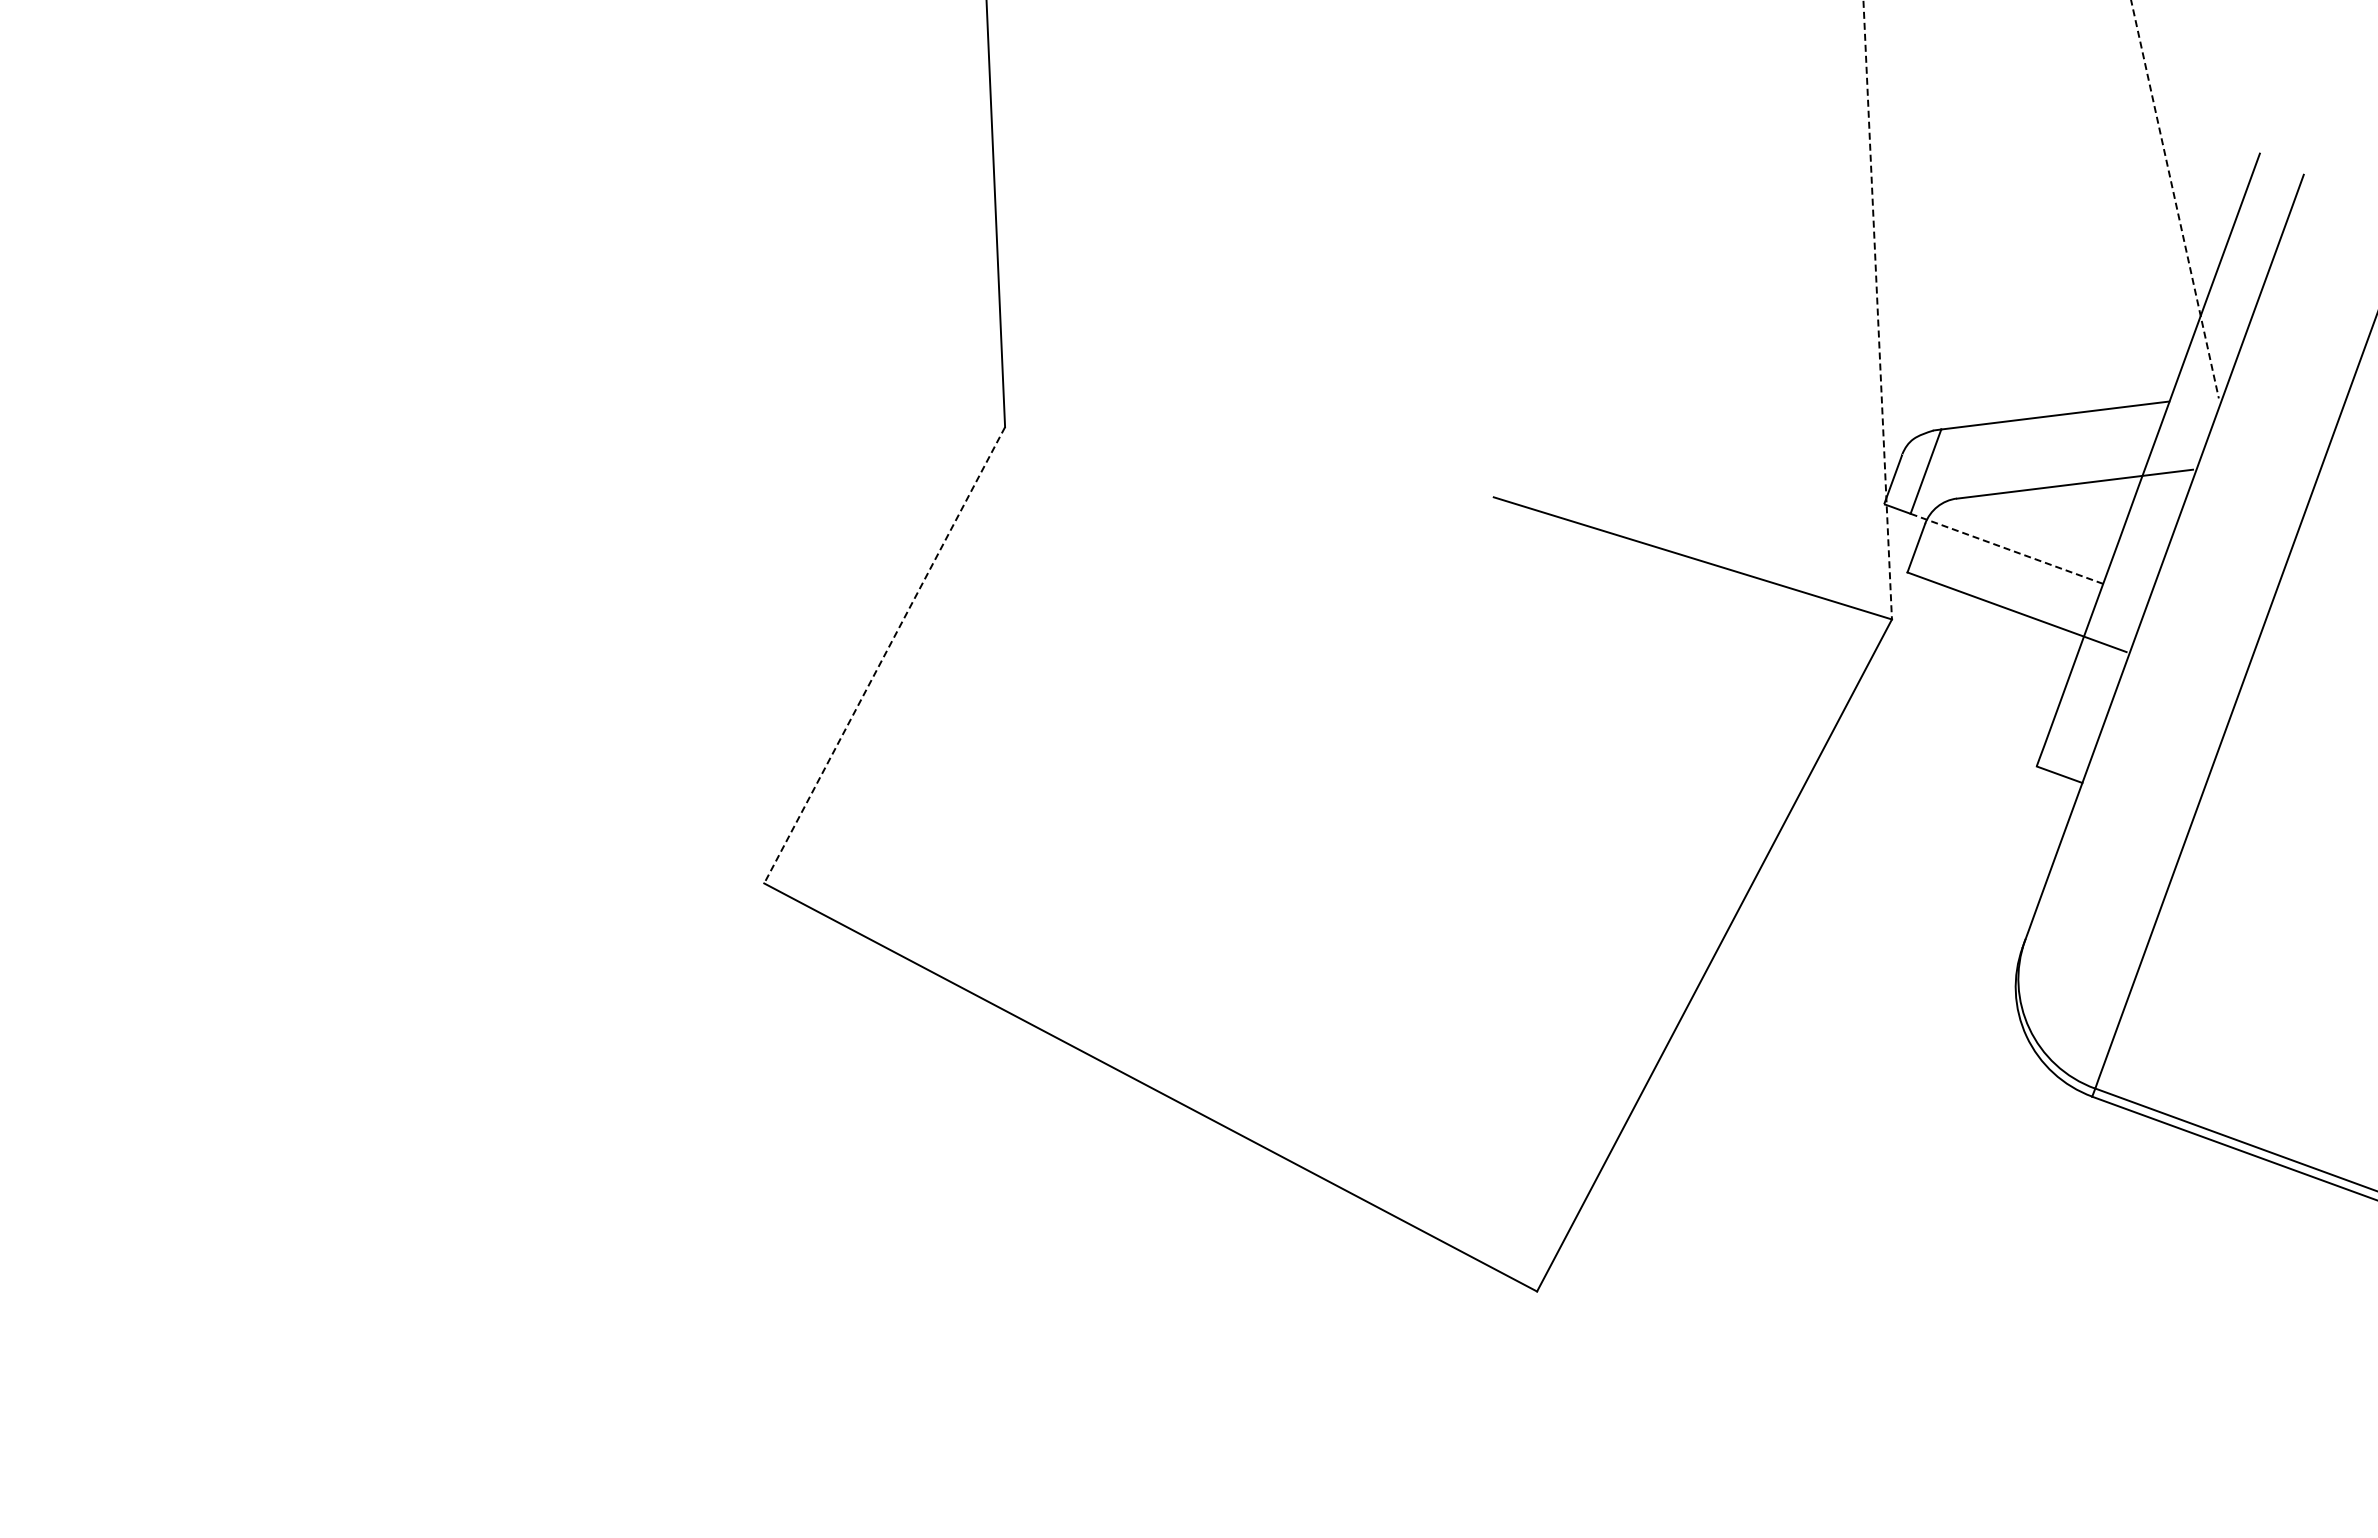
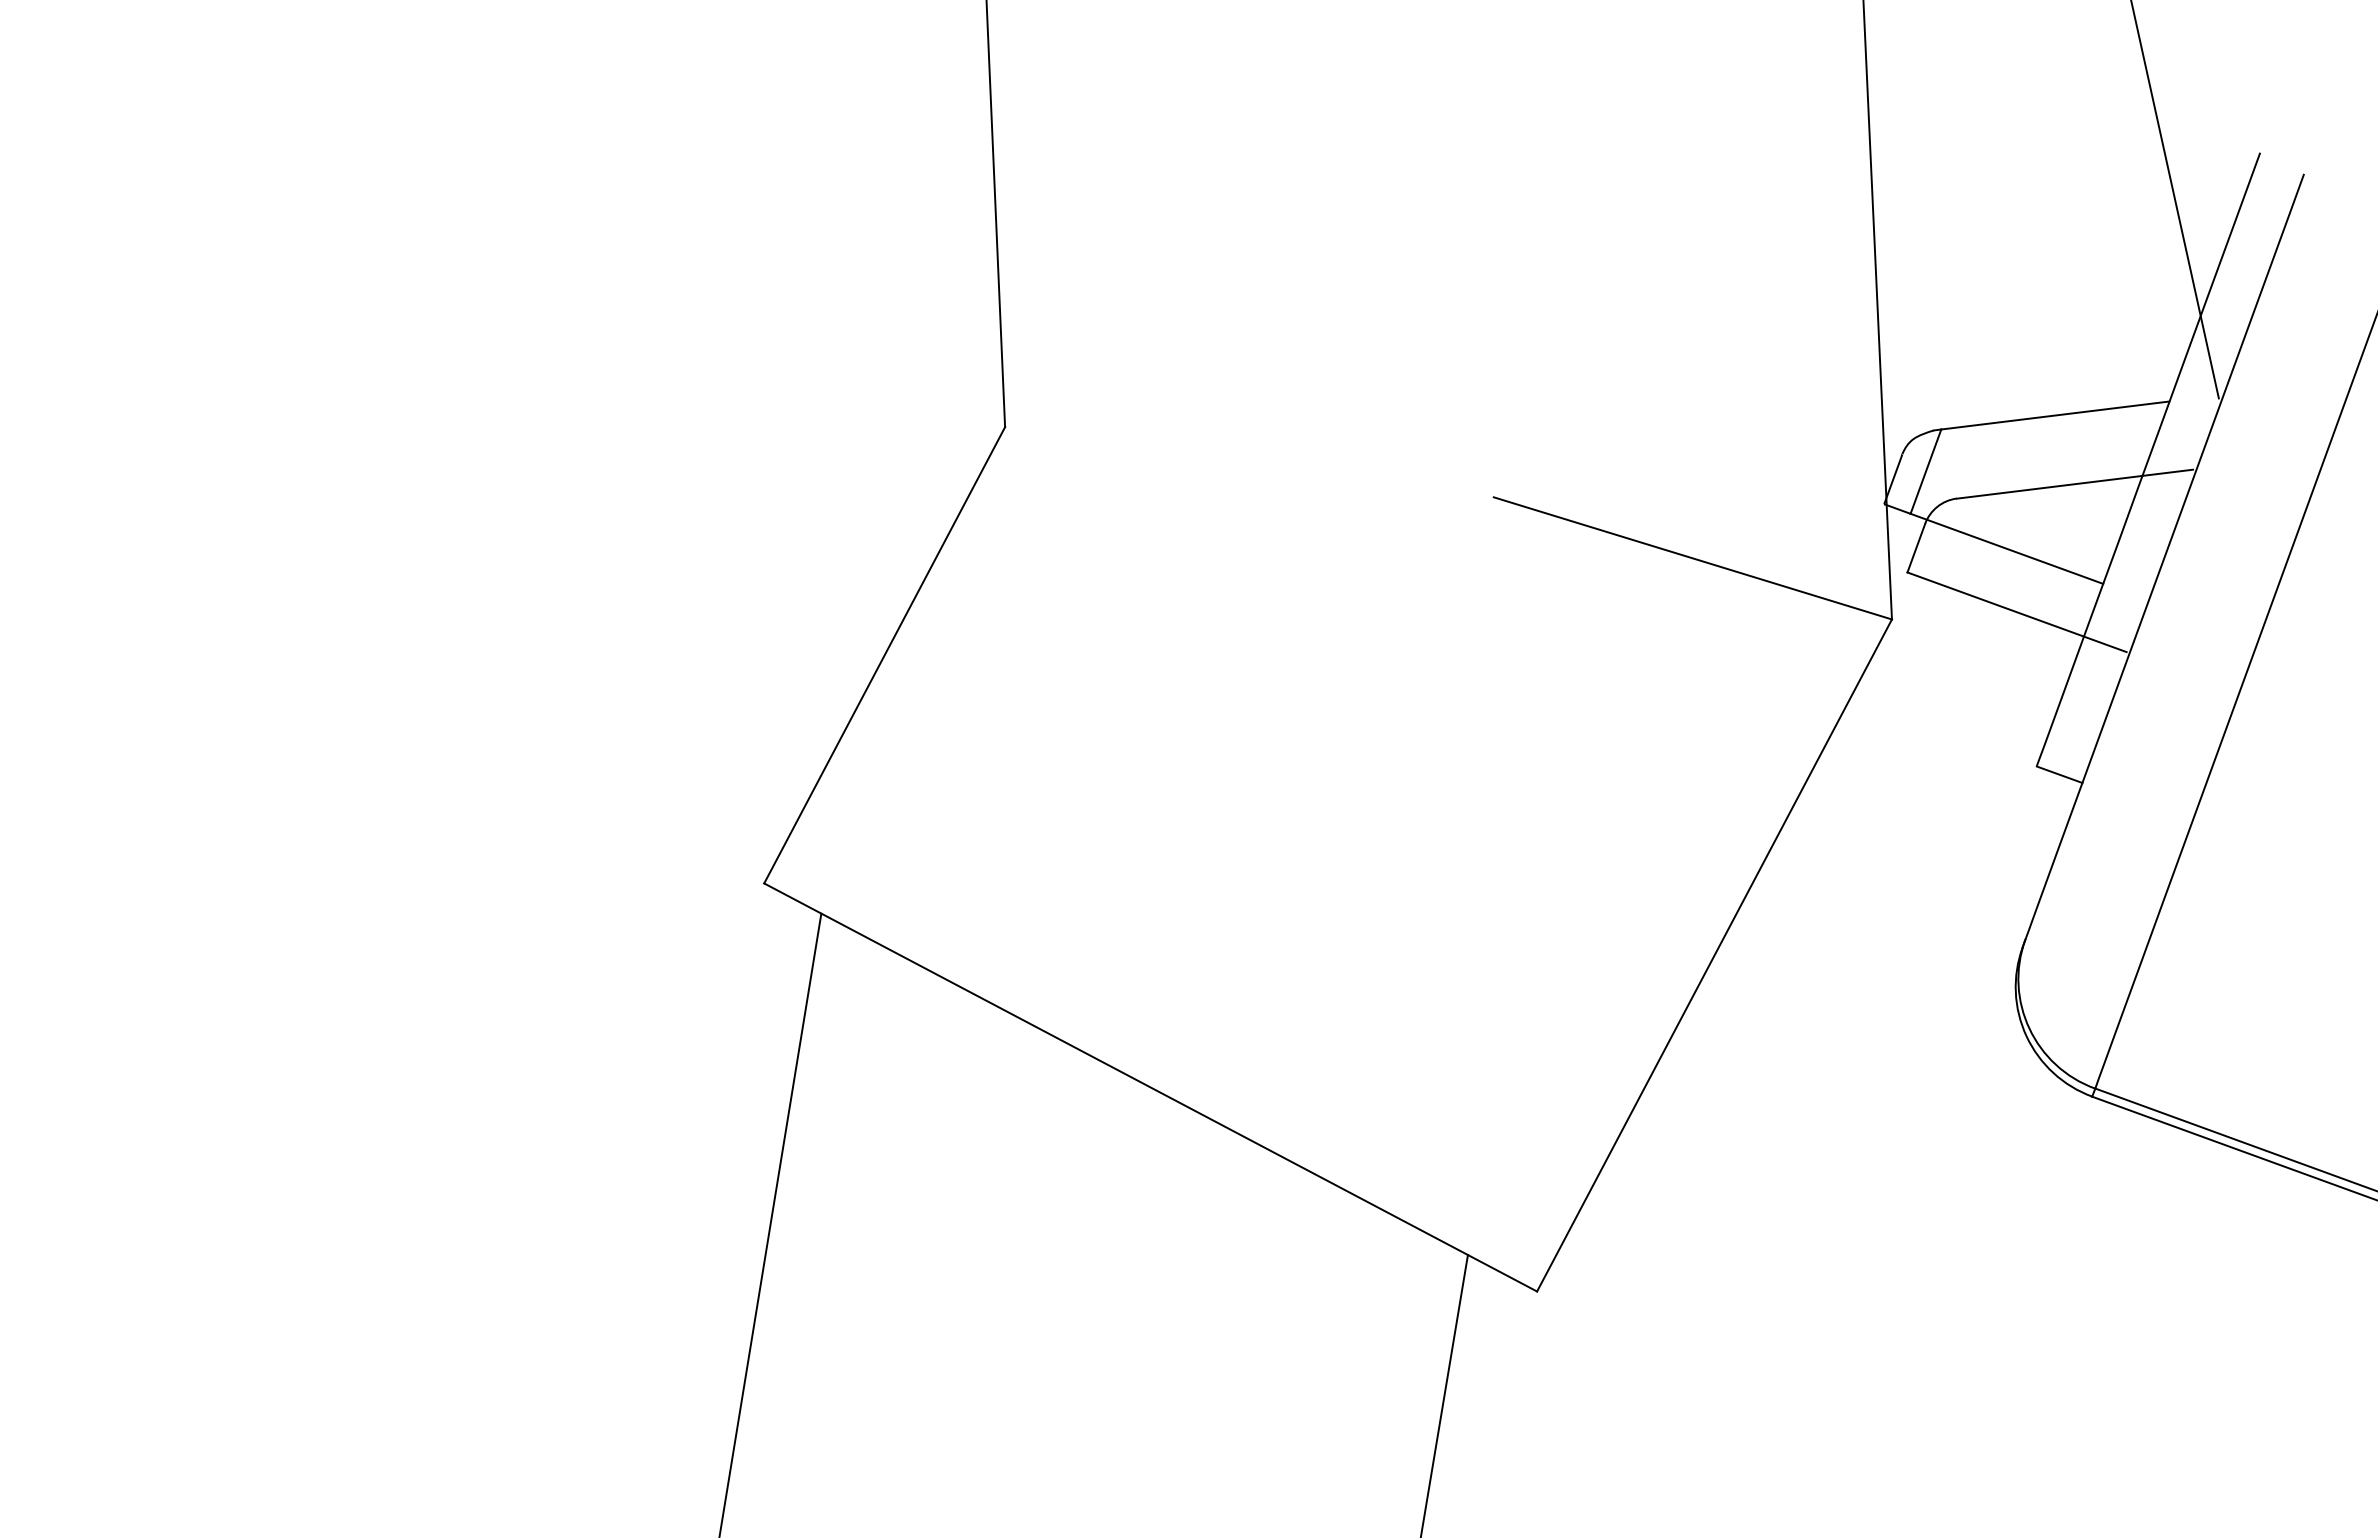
line at (2174, 199): dashed -> solid
line at (1877, 309): dashed -> solid
line at (2006, 548): dashed -> solid
line at (884, 655): dashed -> solid
line at (770, 1223): none -> present
line at (1444, 1394): none -> present
